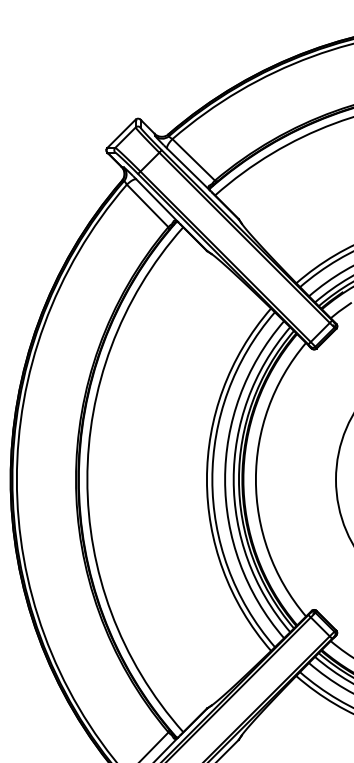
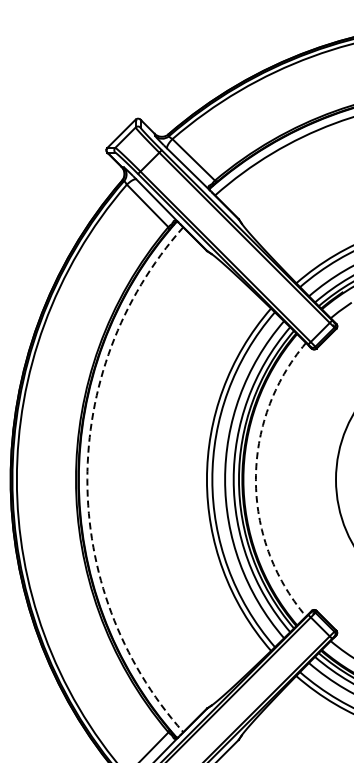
arc at (87, 479): solid -> dashed
arc at (255, 479): solid -> dashed
